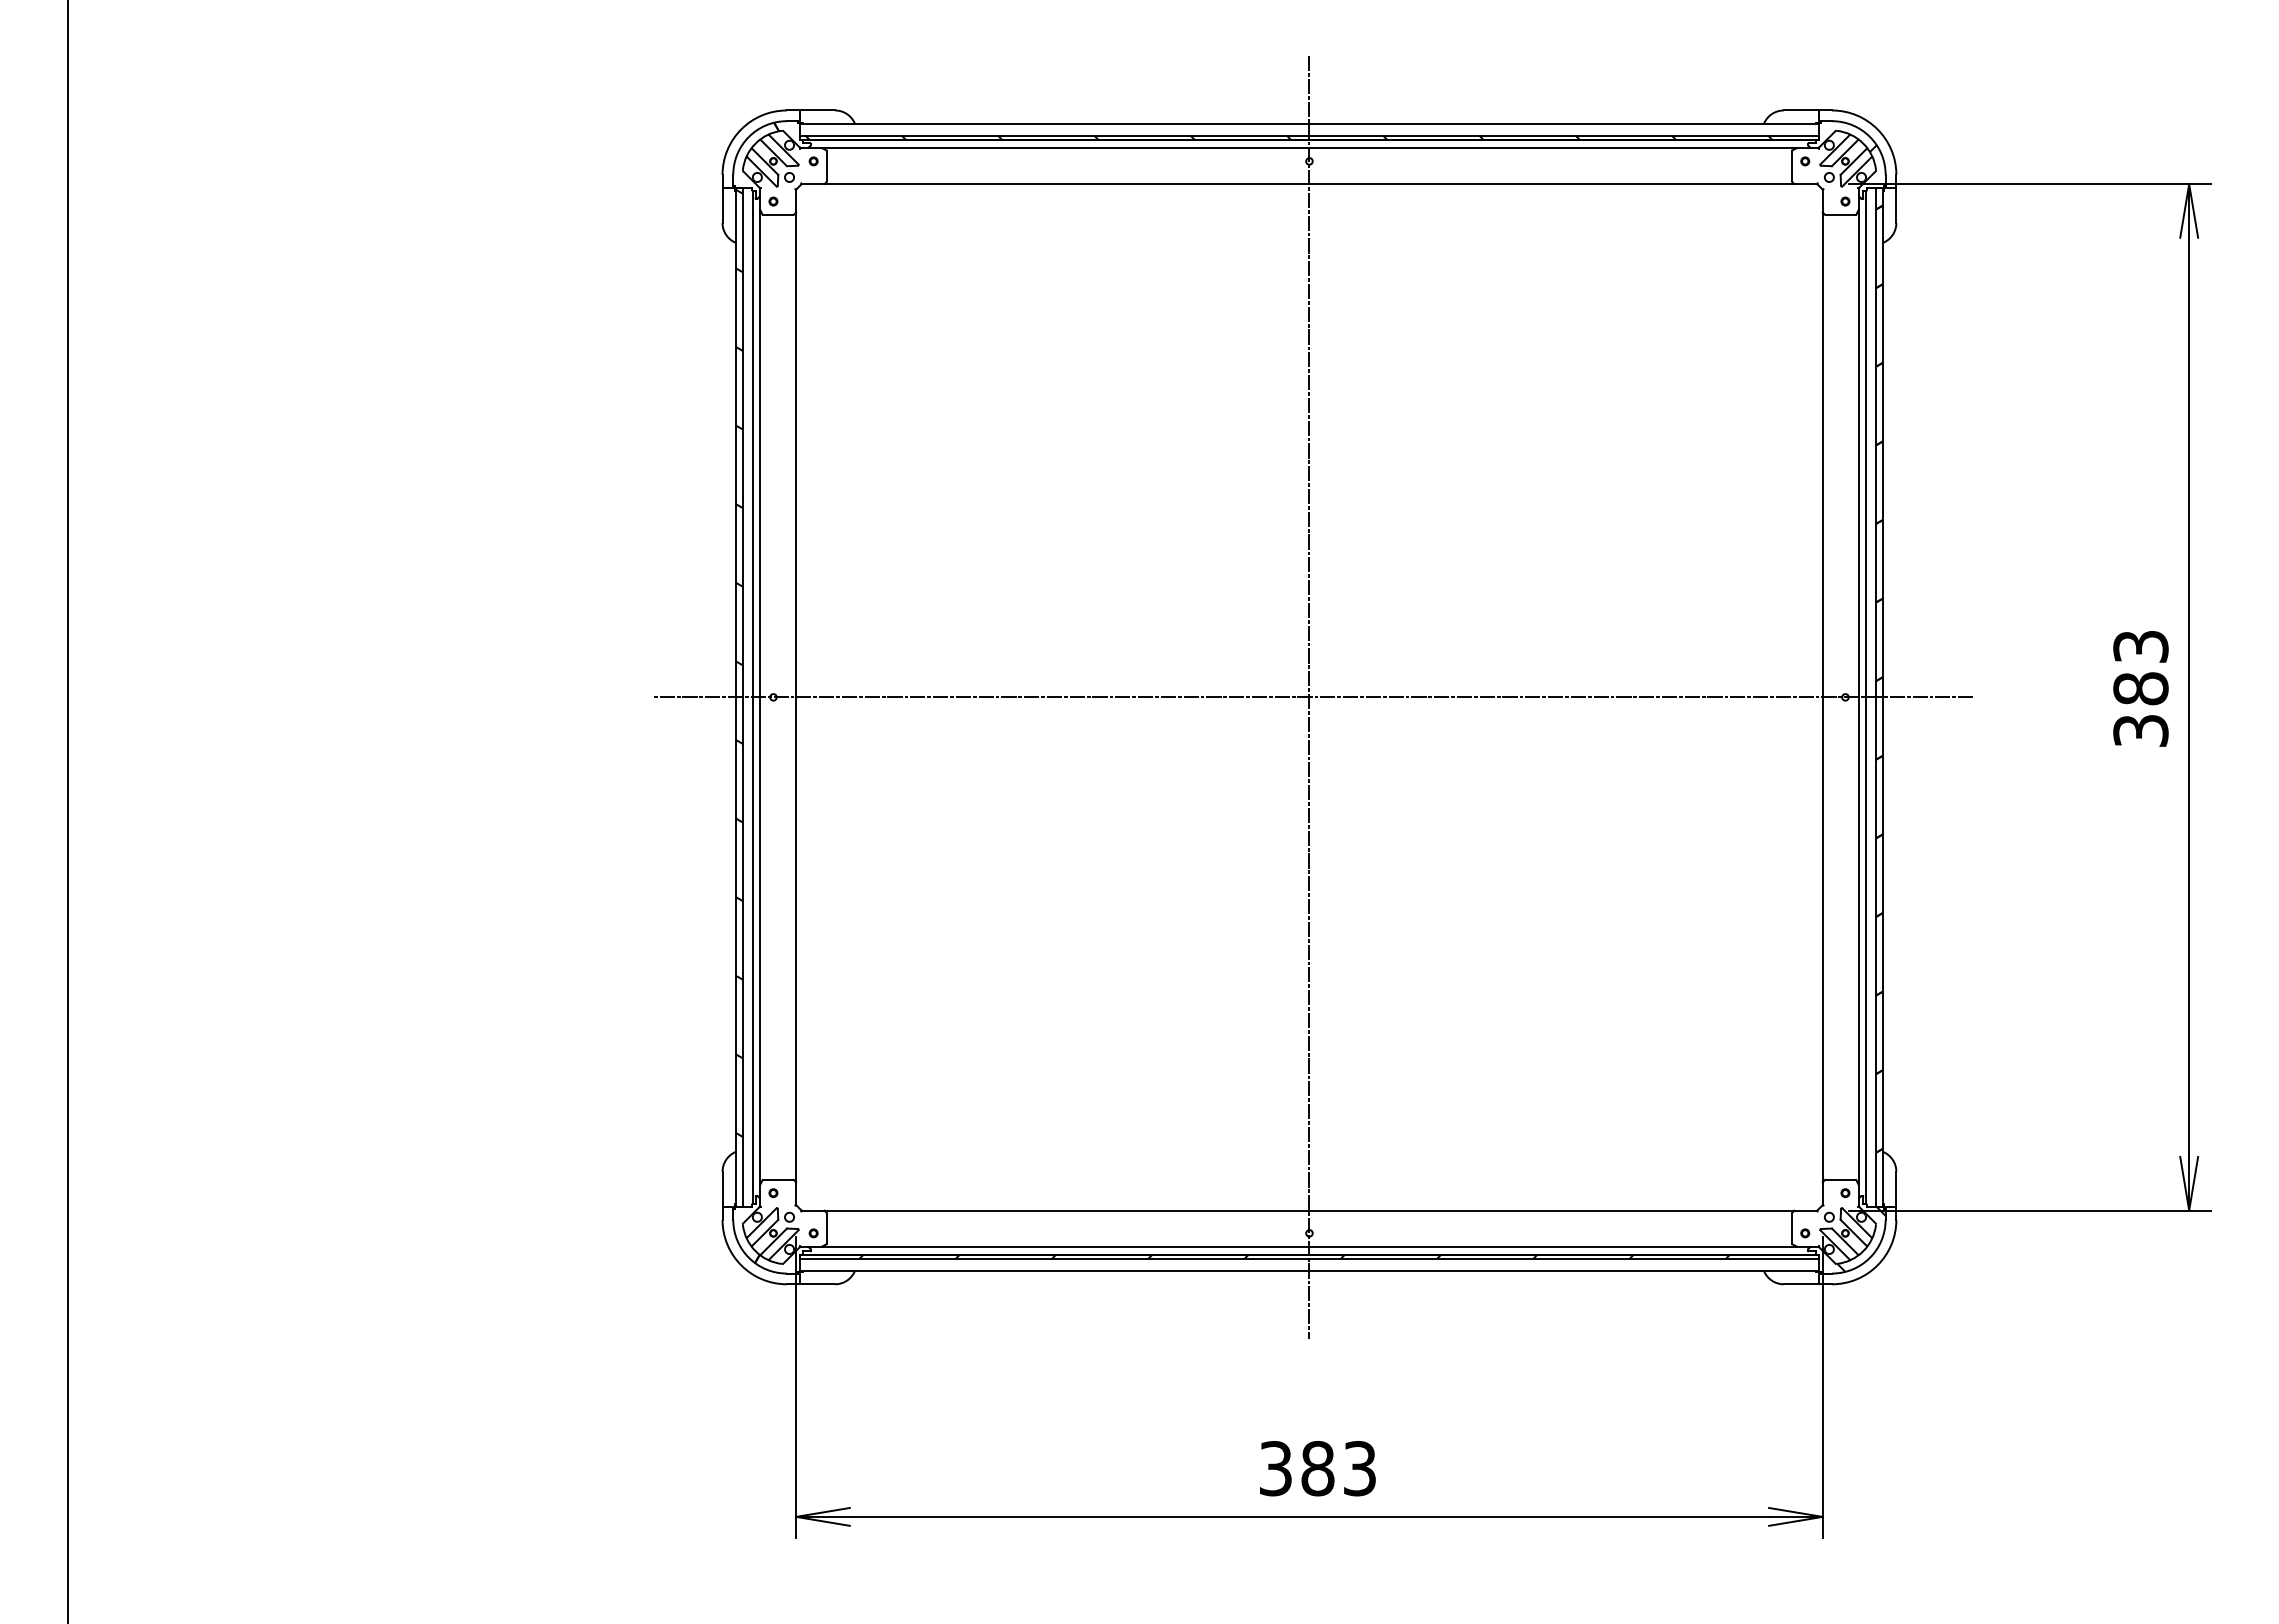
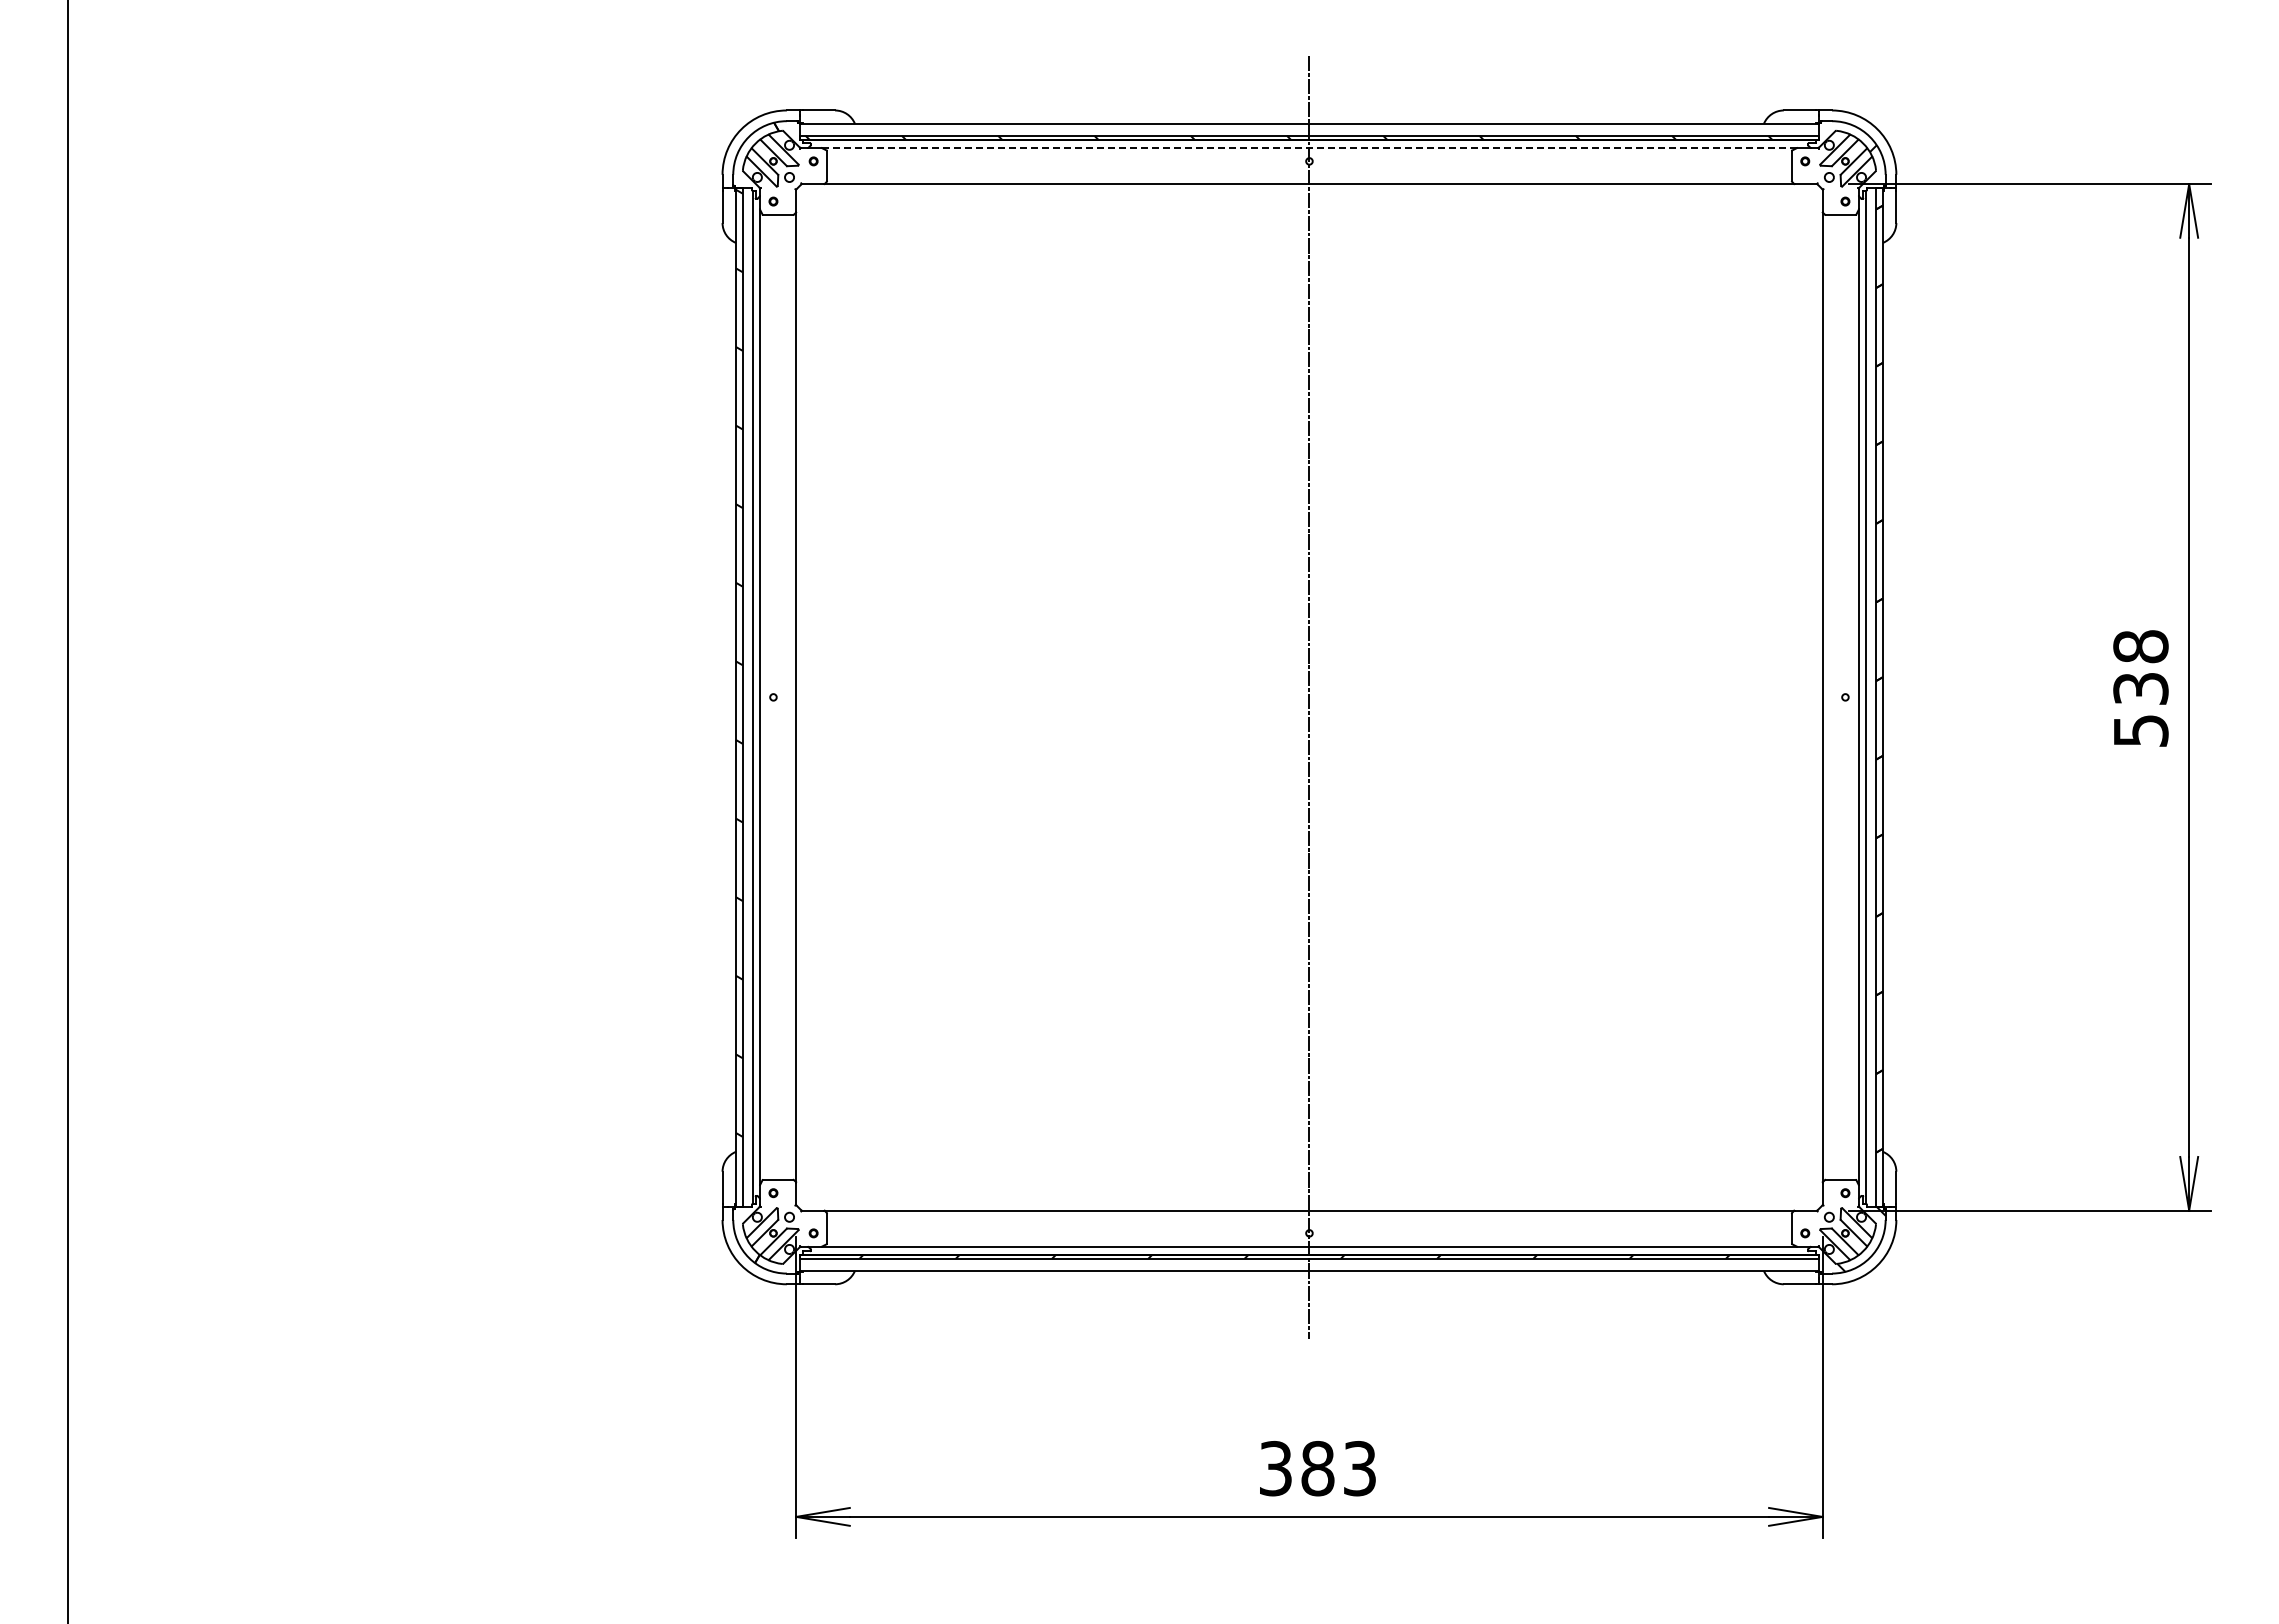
line at (1309, 148): solid -> dashed
text at (2140, 688): 383 -> 538
line at (1312, 697): present -> none
